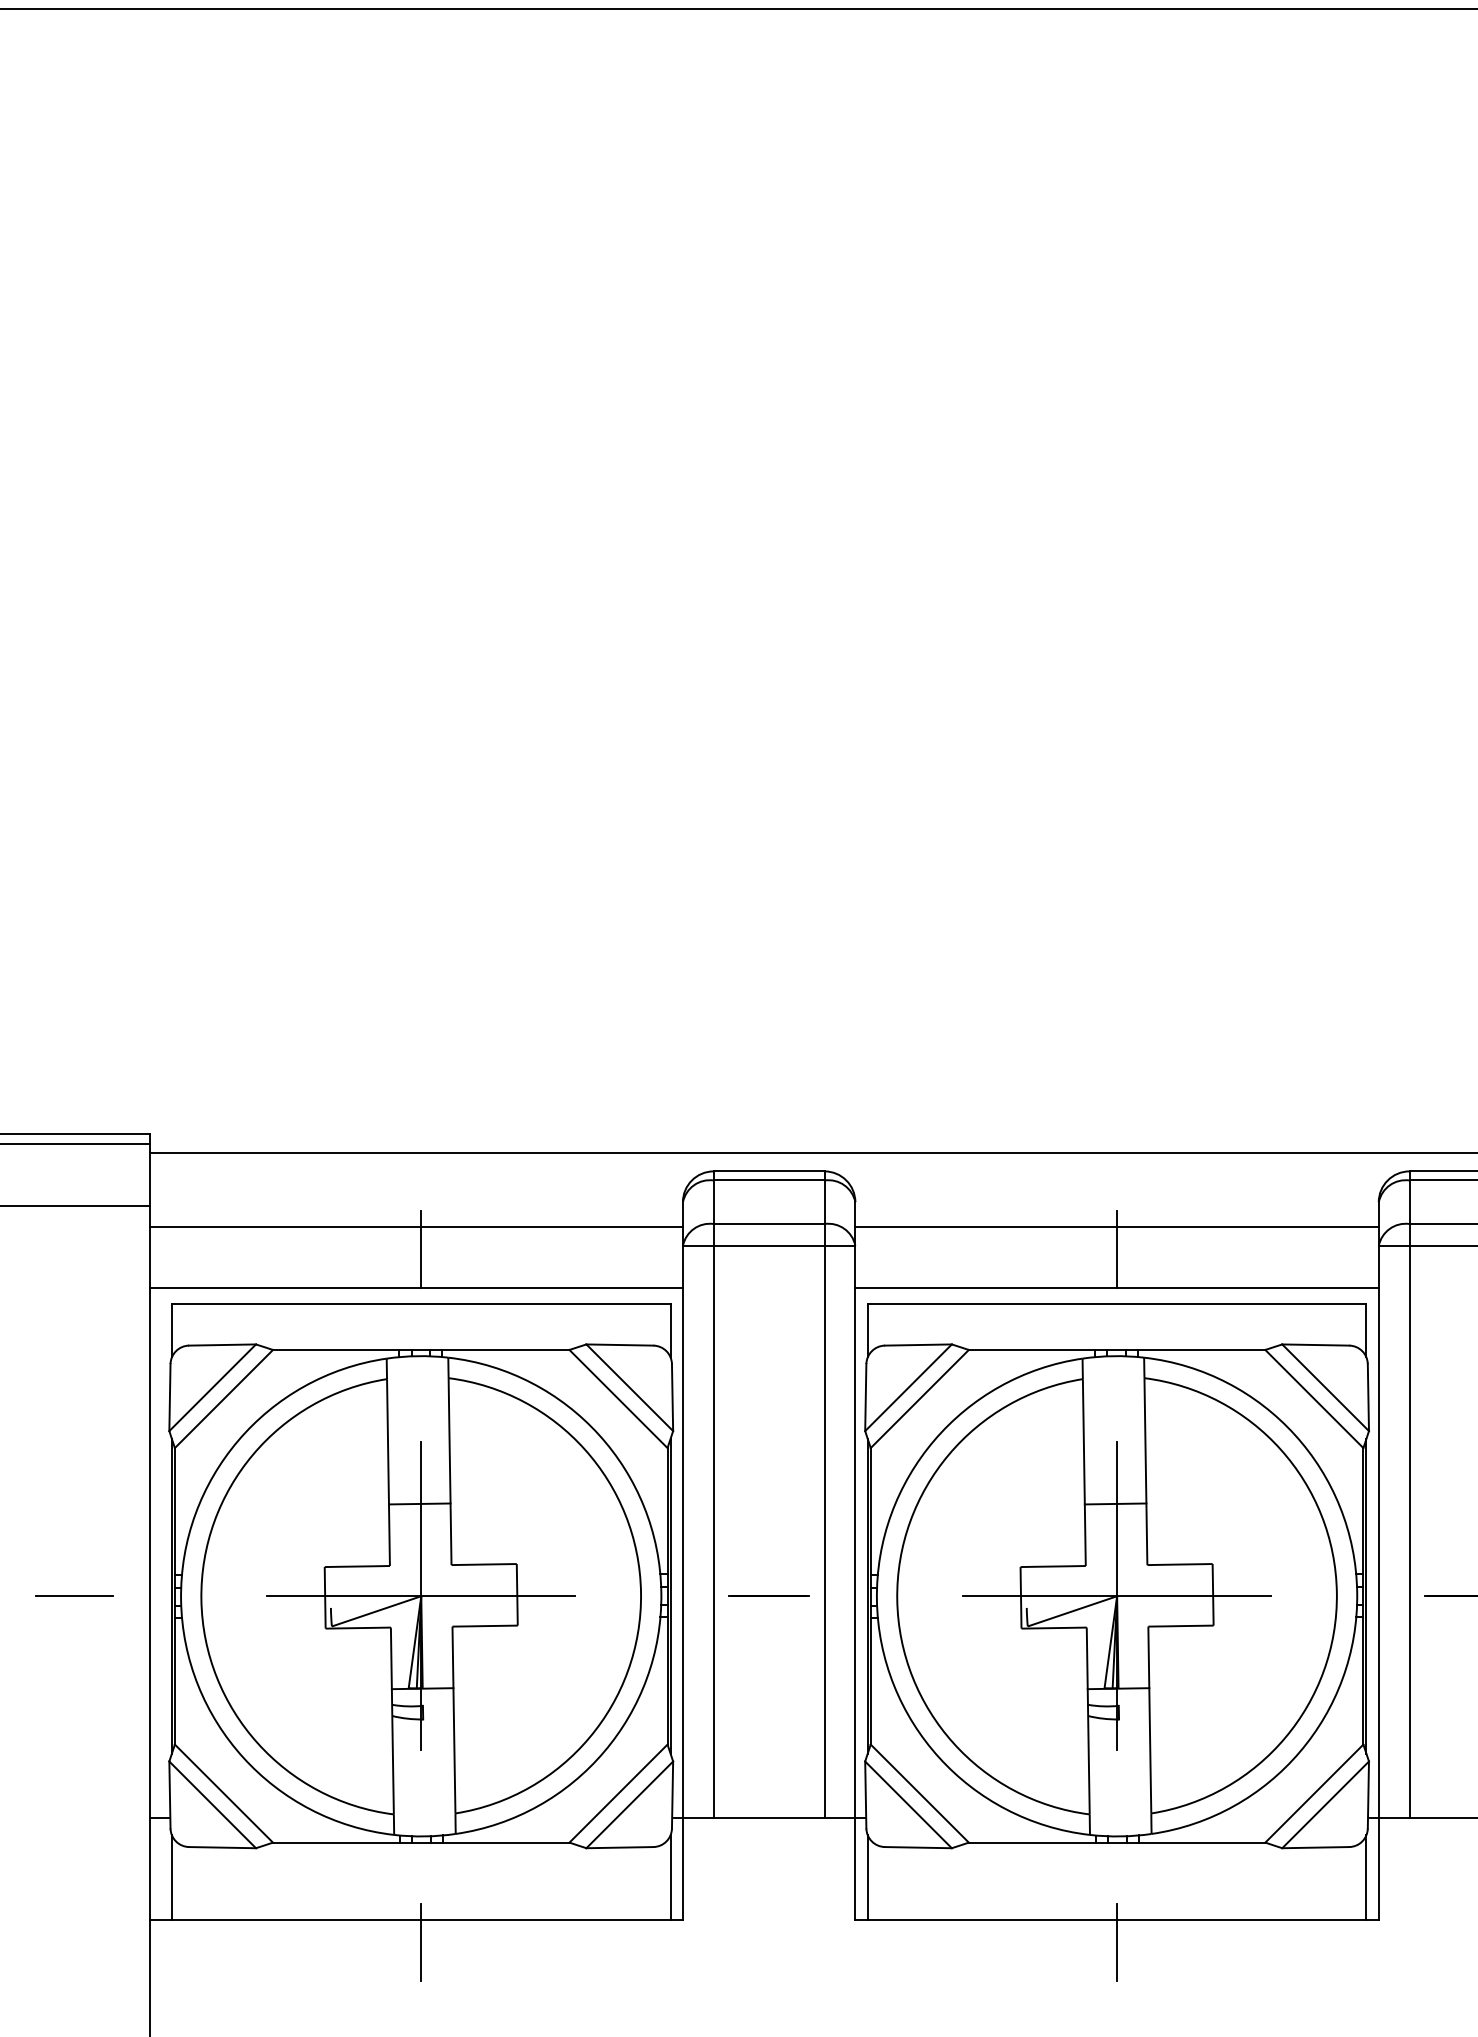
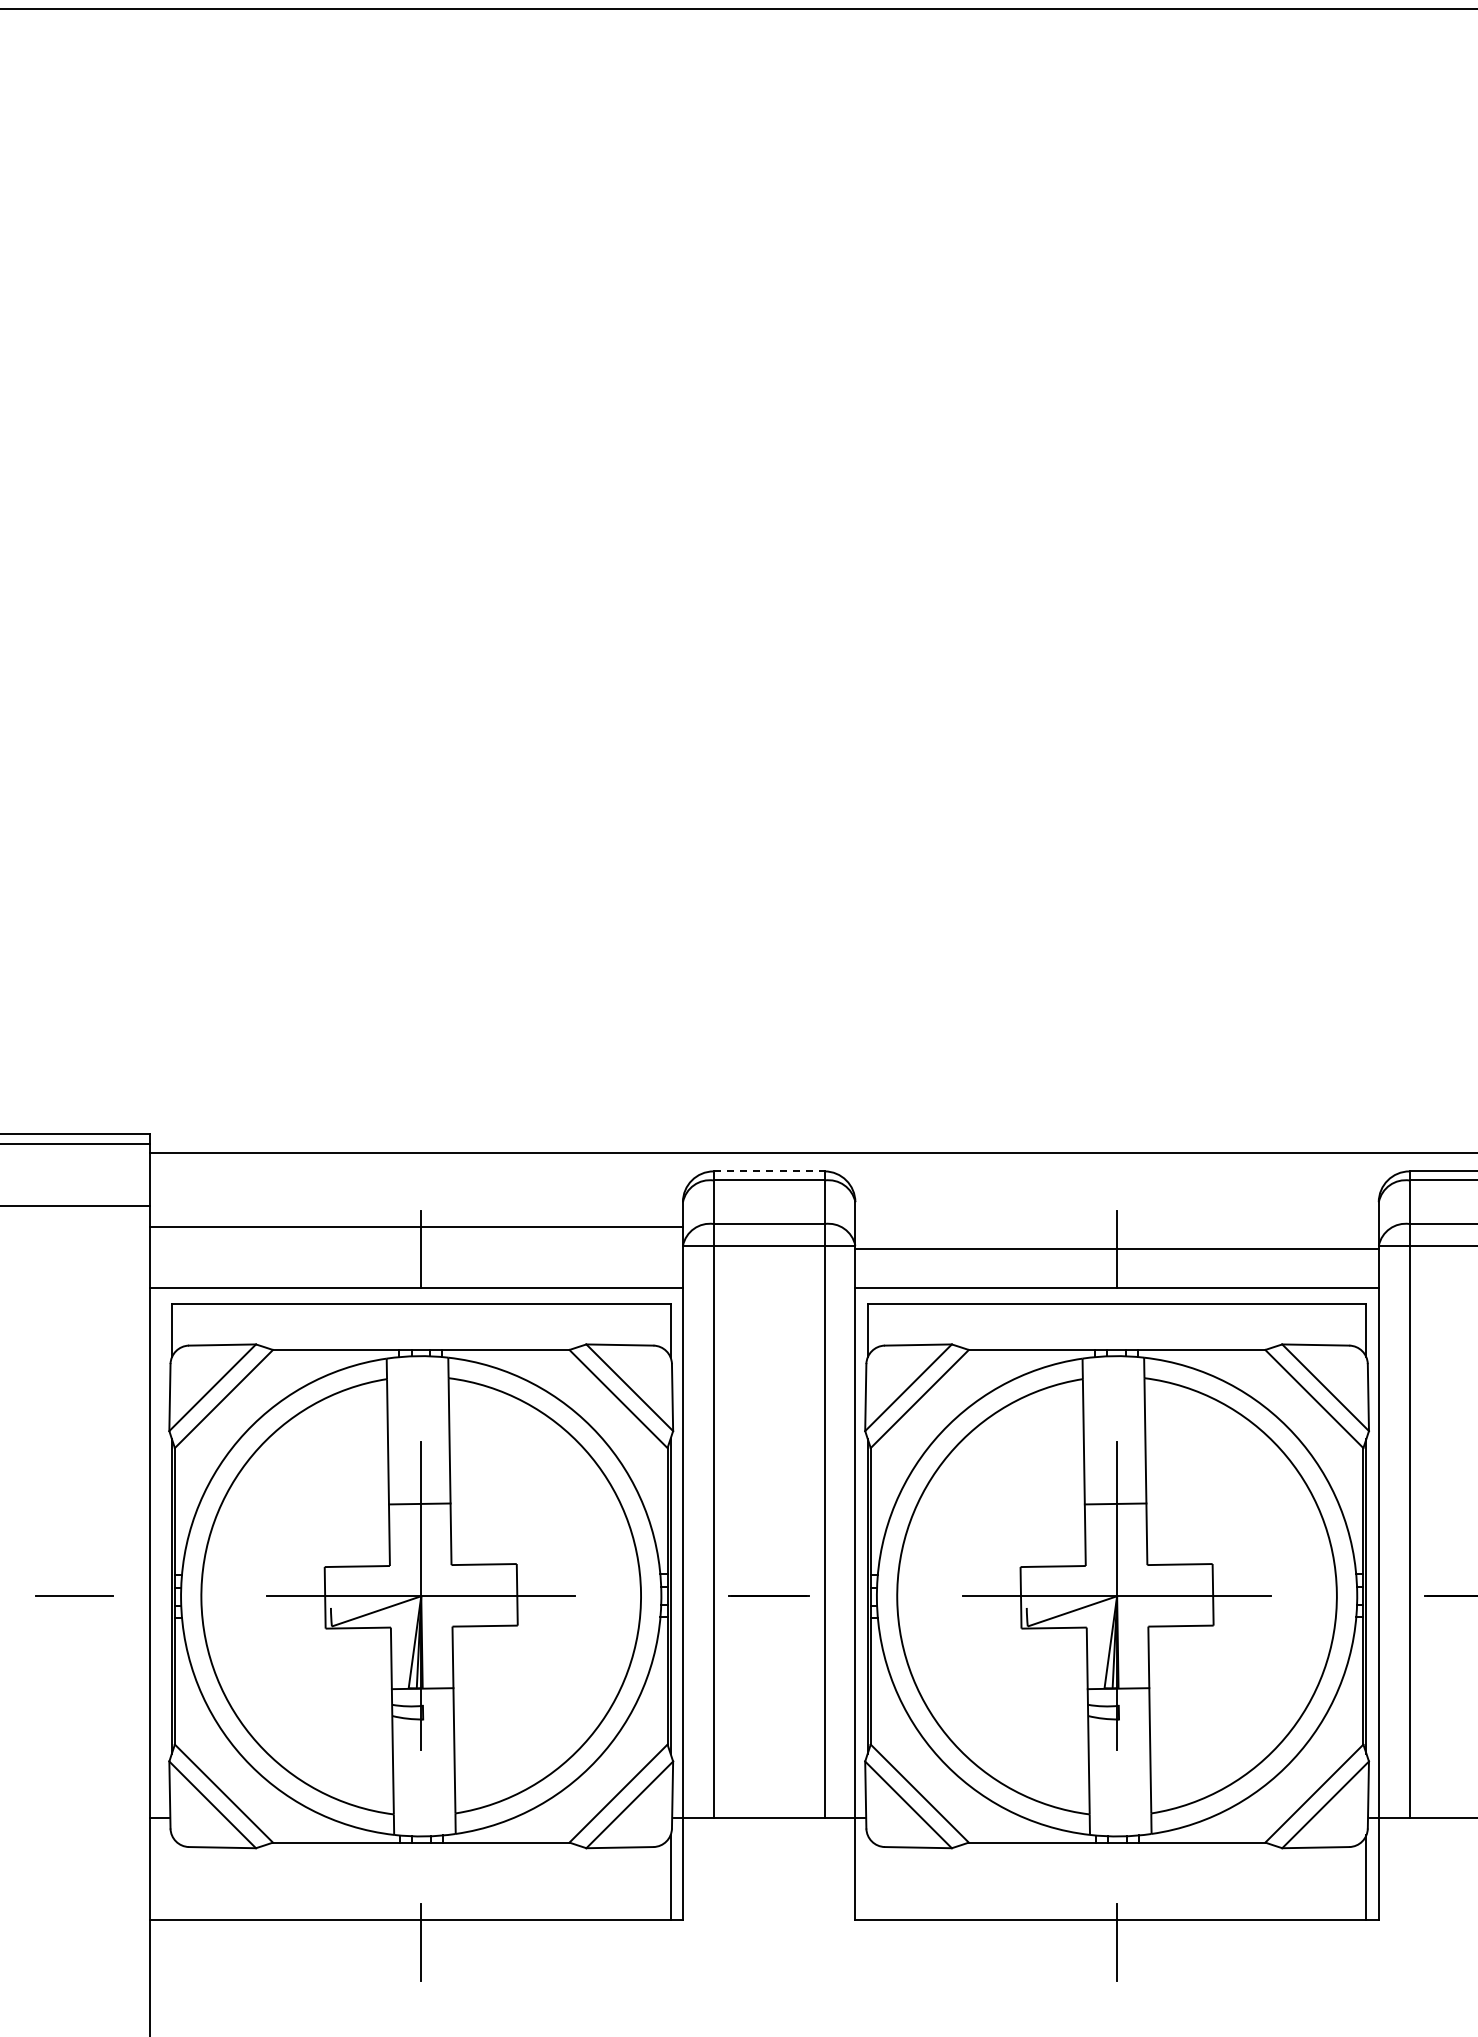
line at (769, 1171): solid -> dashed
line at (1116, 1226) position: (1116, 1226) -> (1116, 1248)
line at (171, 1877): present -> none
line at (867, 1877): present -> none
